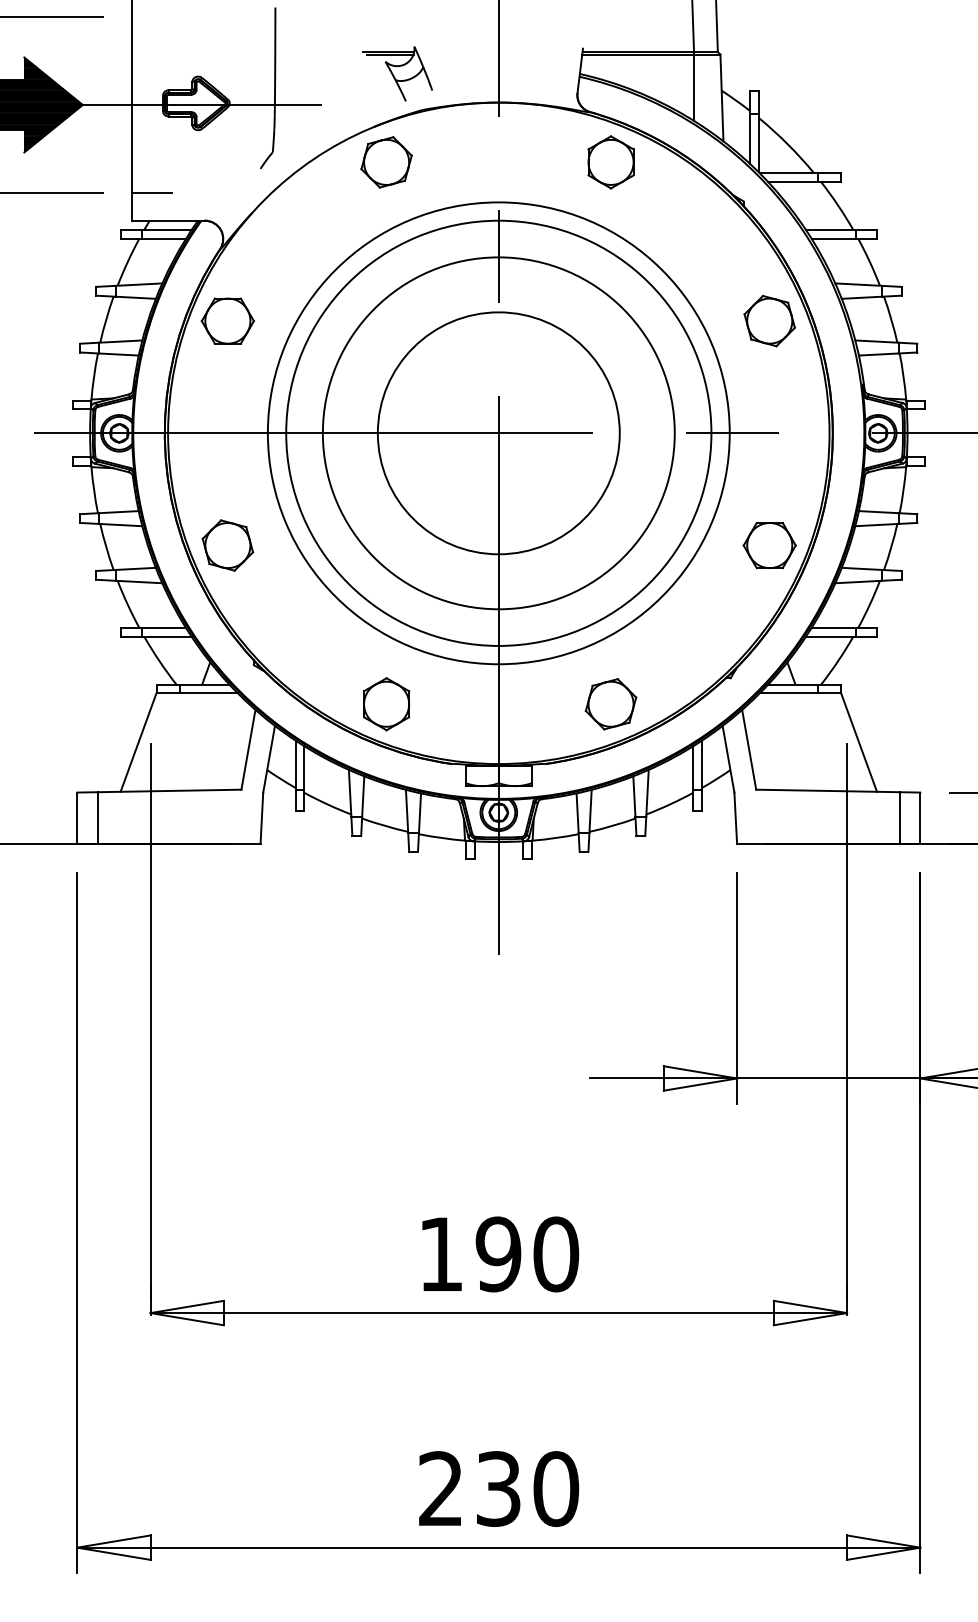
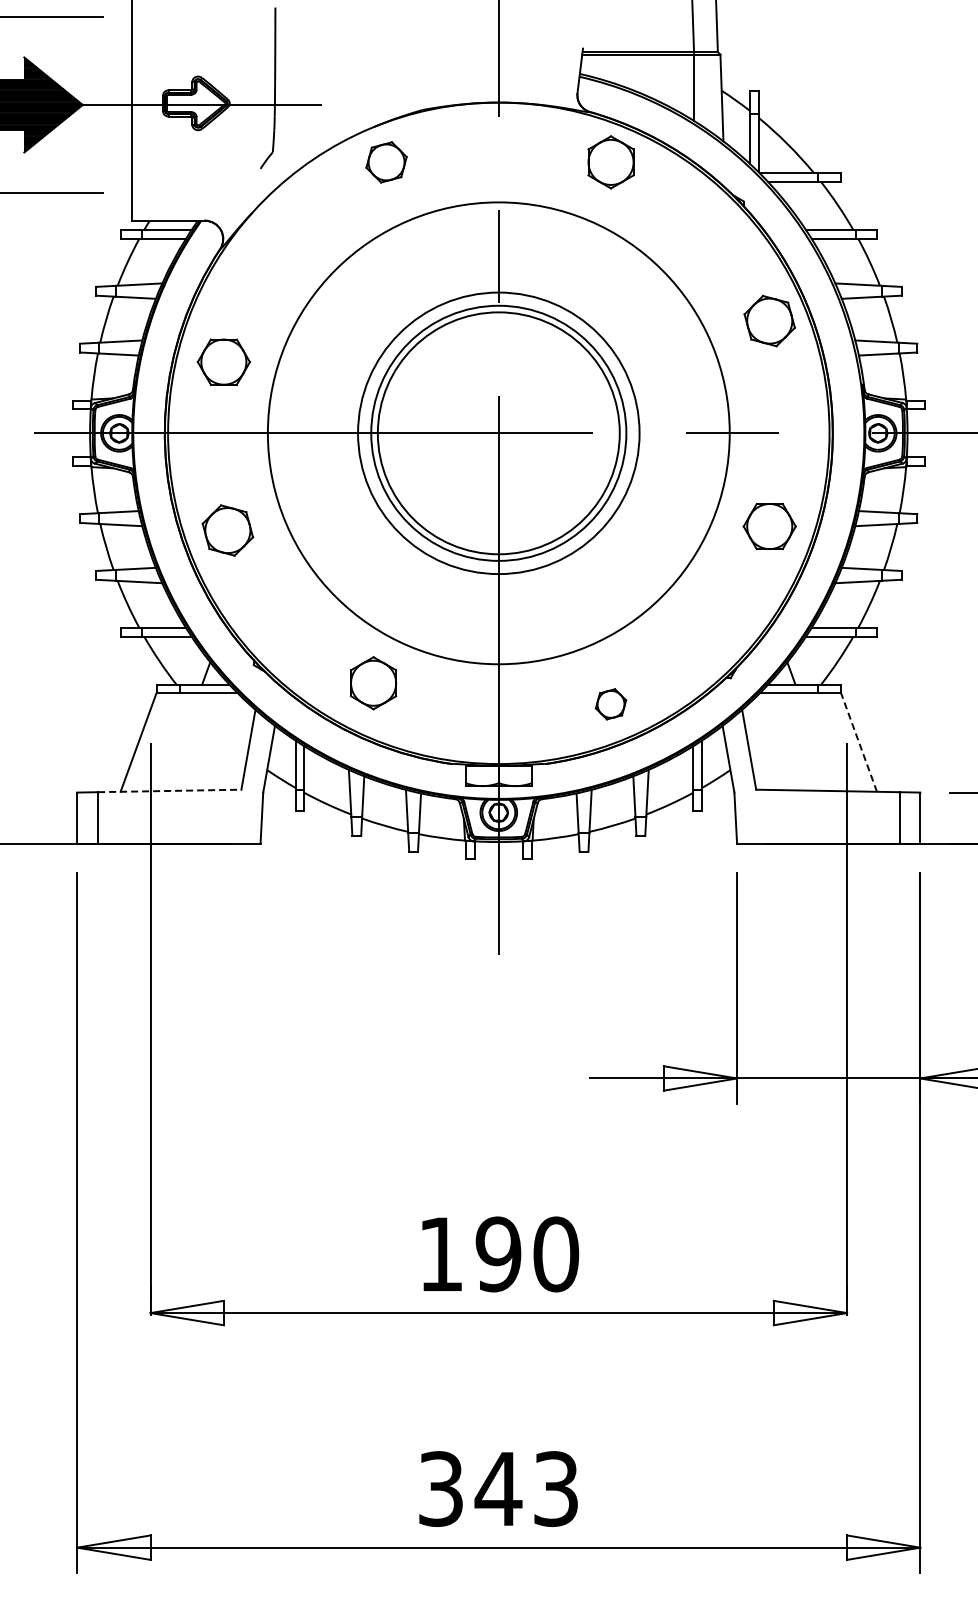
part at (397, 73): present -> none
part at (386, 162) size: 53x53 px -> 43x43 px
line at (151, 192): present -> none
part at (227, 320) position: (227, 320) -> (223, 361)
circle at (498, 432) diameter: 425 px -> 255 px
circle at (498, 433) diameter: 352 px -> 282 px
part at (227, 545) position: (227, 545) -> (227, 530)
part at (769, 545) position: (769, 545) -> (769, 526)
part at (386, 704) position: (386, 704) -> (373, 683)
part at (610, 704) size: 54x53 px -> 34x33 px
line at (858, 742): solid -> dashed
line at (169, 790): solid -> dashed
text at (499, 1488): 230 -> 343
